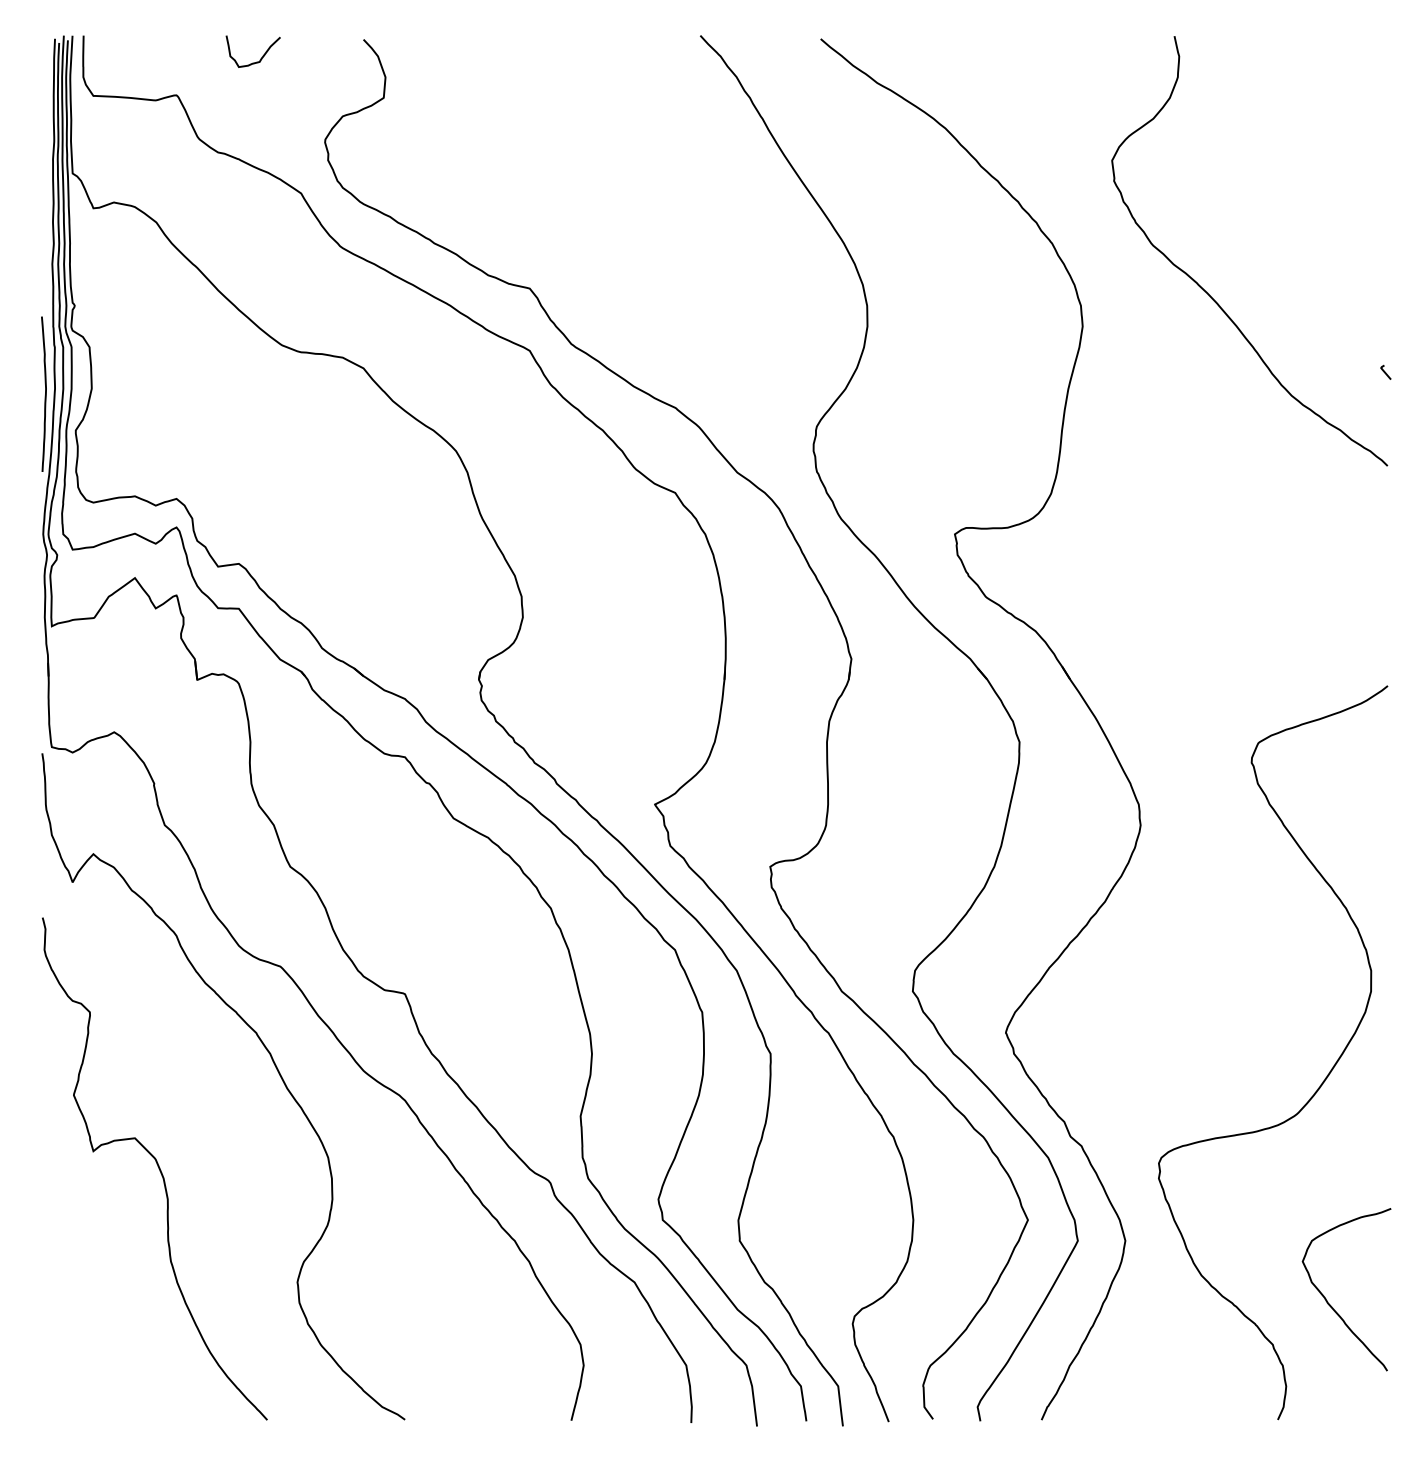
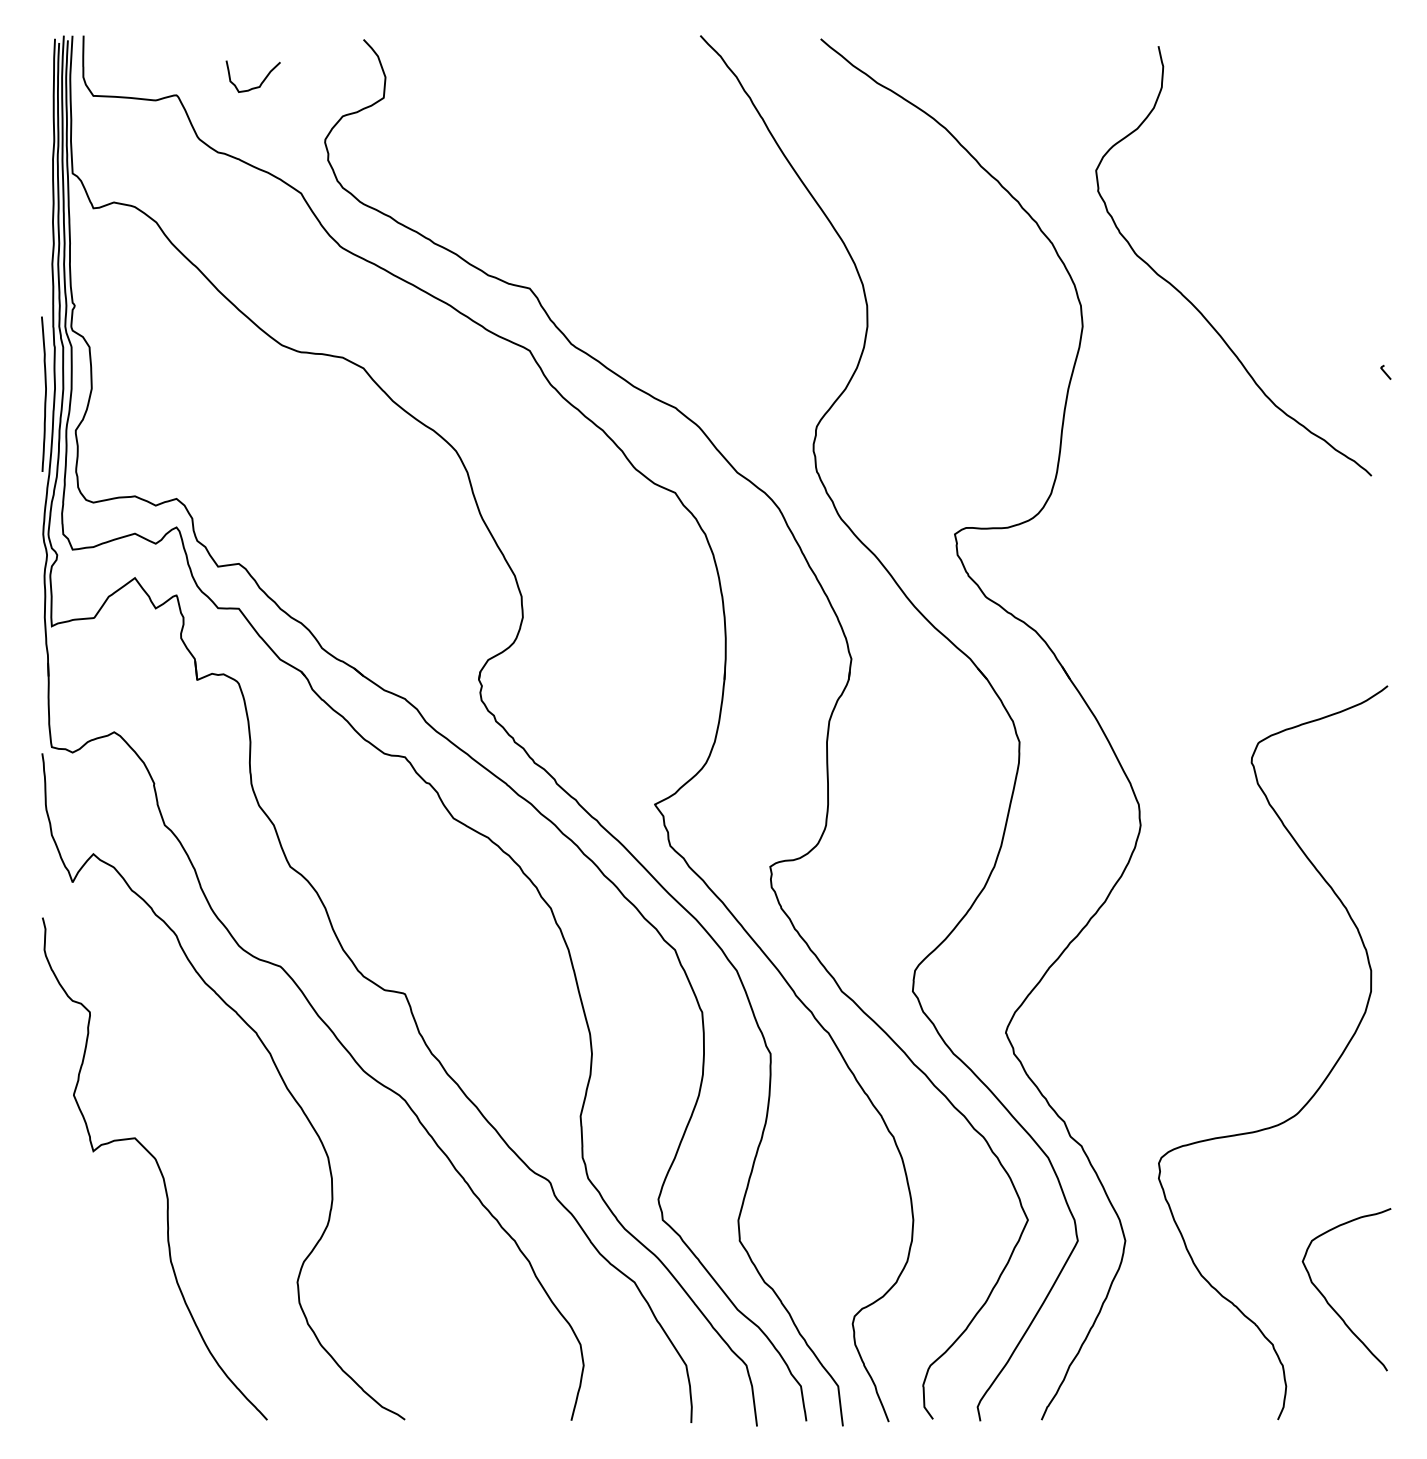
curve at (260, 58) position: (260, 58) -> (260, 83)
curve at (1207, 292) position: (1207, 292) -> (1191, 302)
